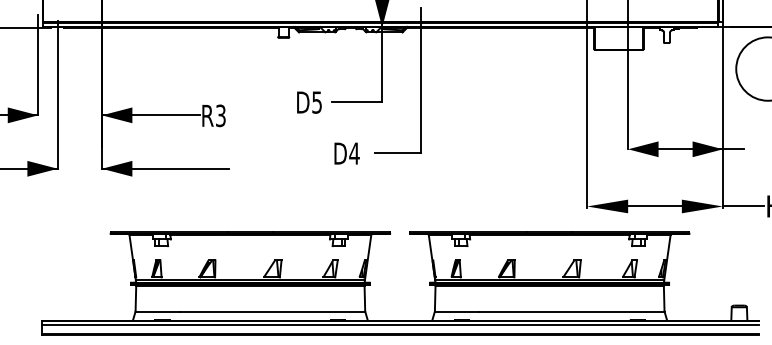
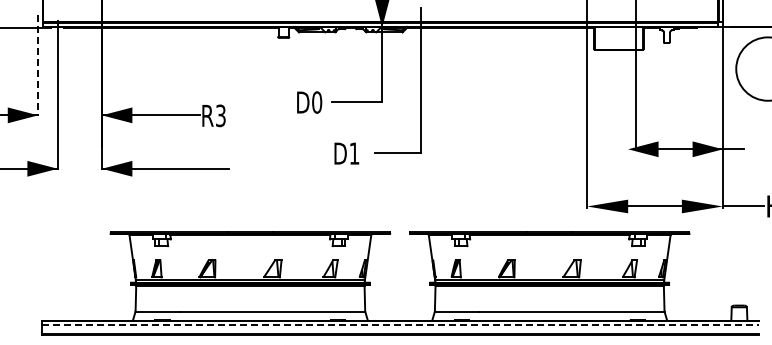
line at (38, 65): solid -> dashed
line at (628, 75) position: (628, 75) -> (636, 75)
text at (317, 102): D5 -> D0
text at (354, 153): D4 -> D1
line at (400, 325): solid -> dashed
